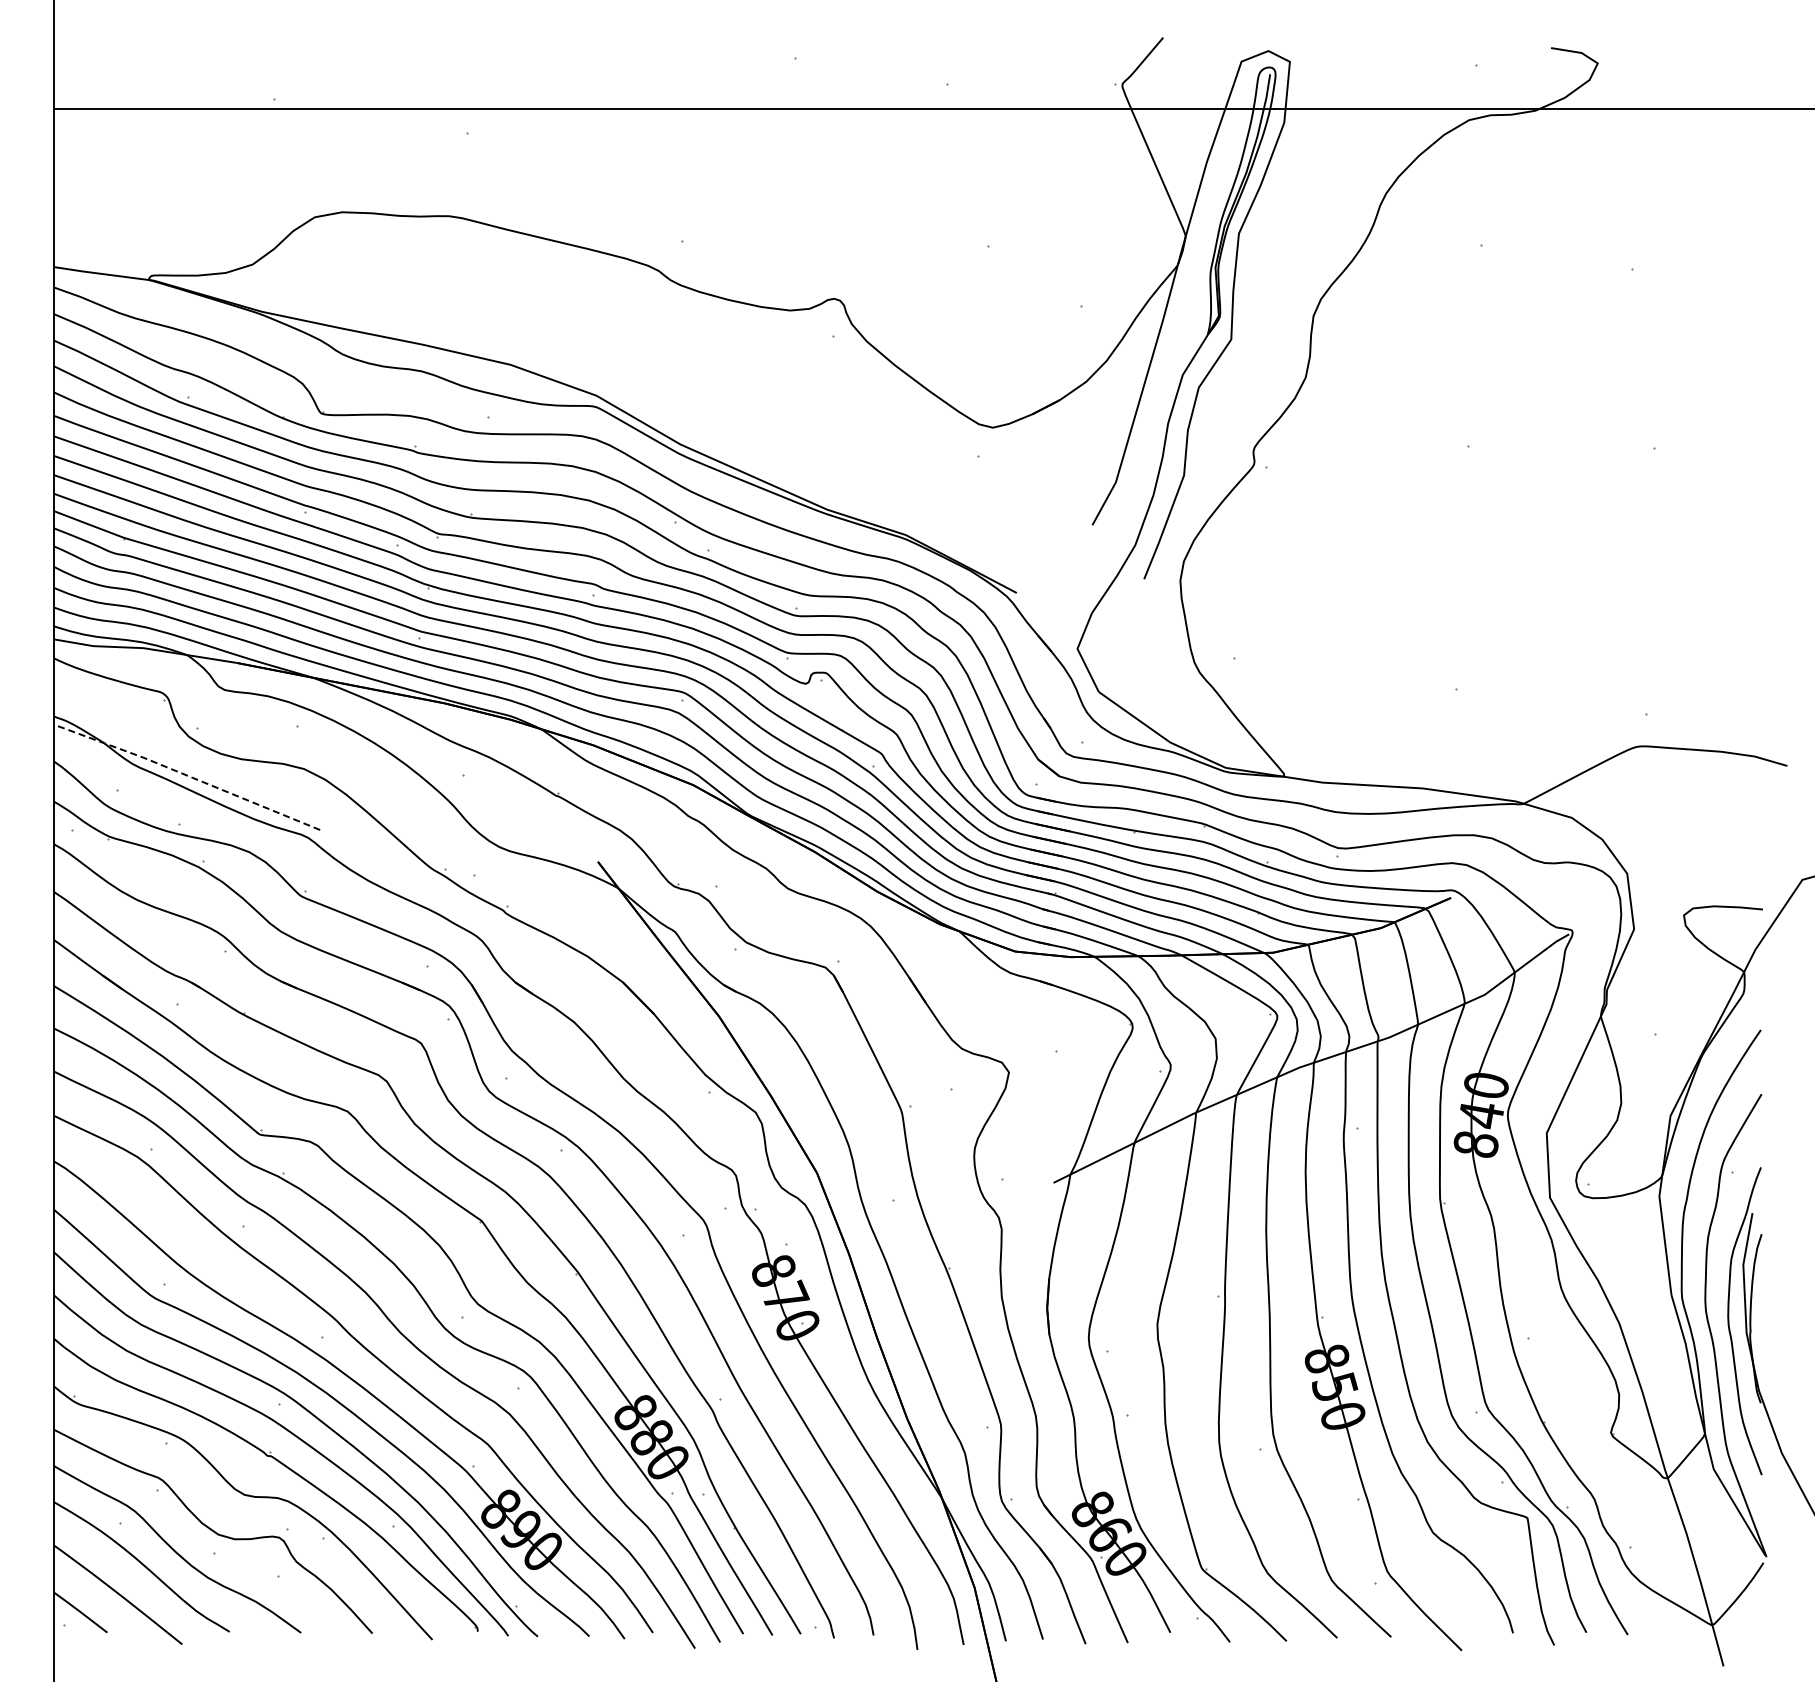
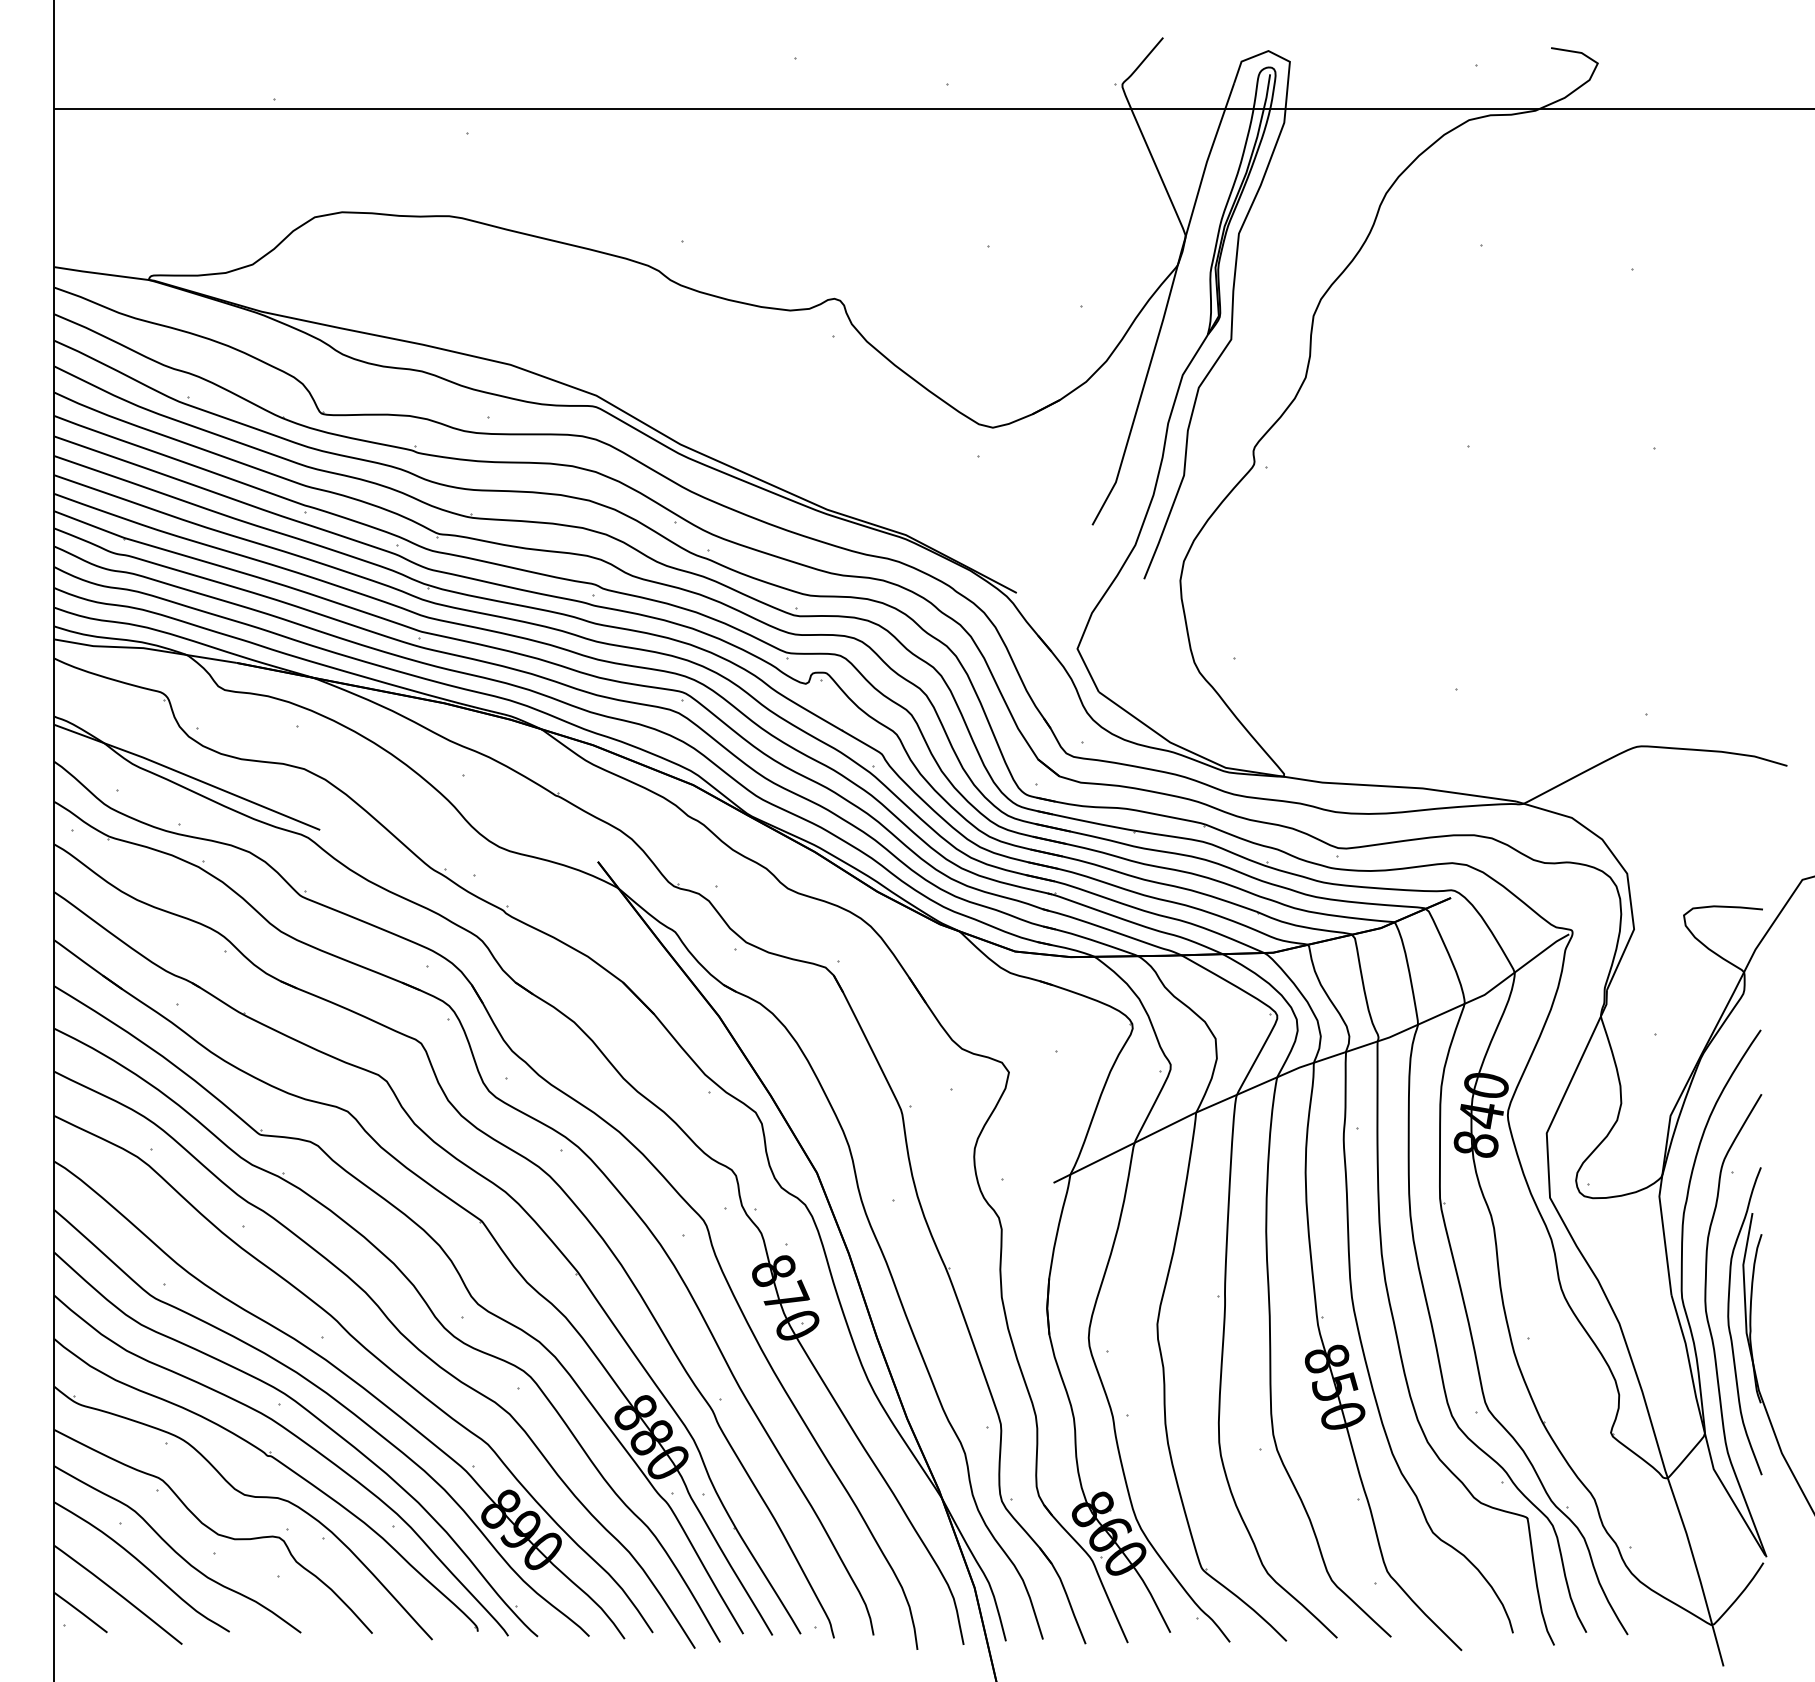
line at (187, 775): dashed -> solid
